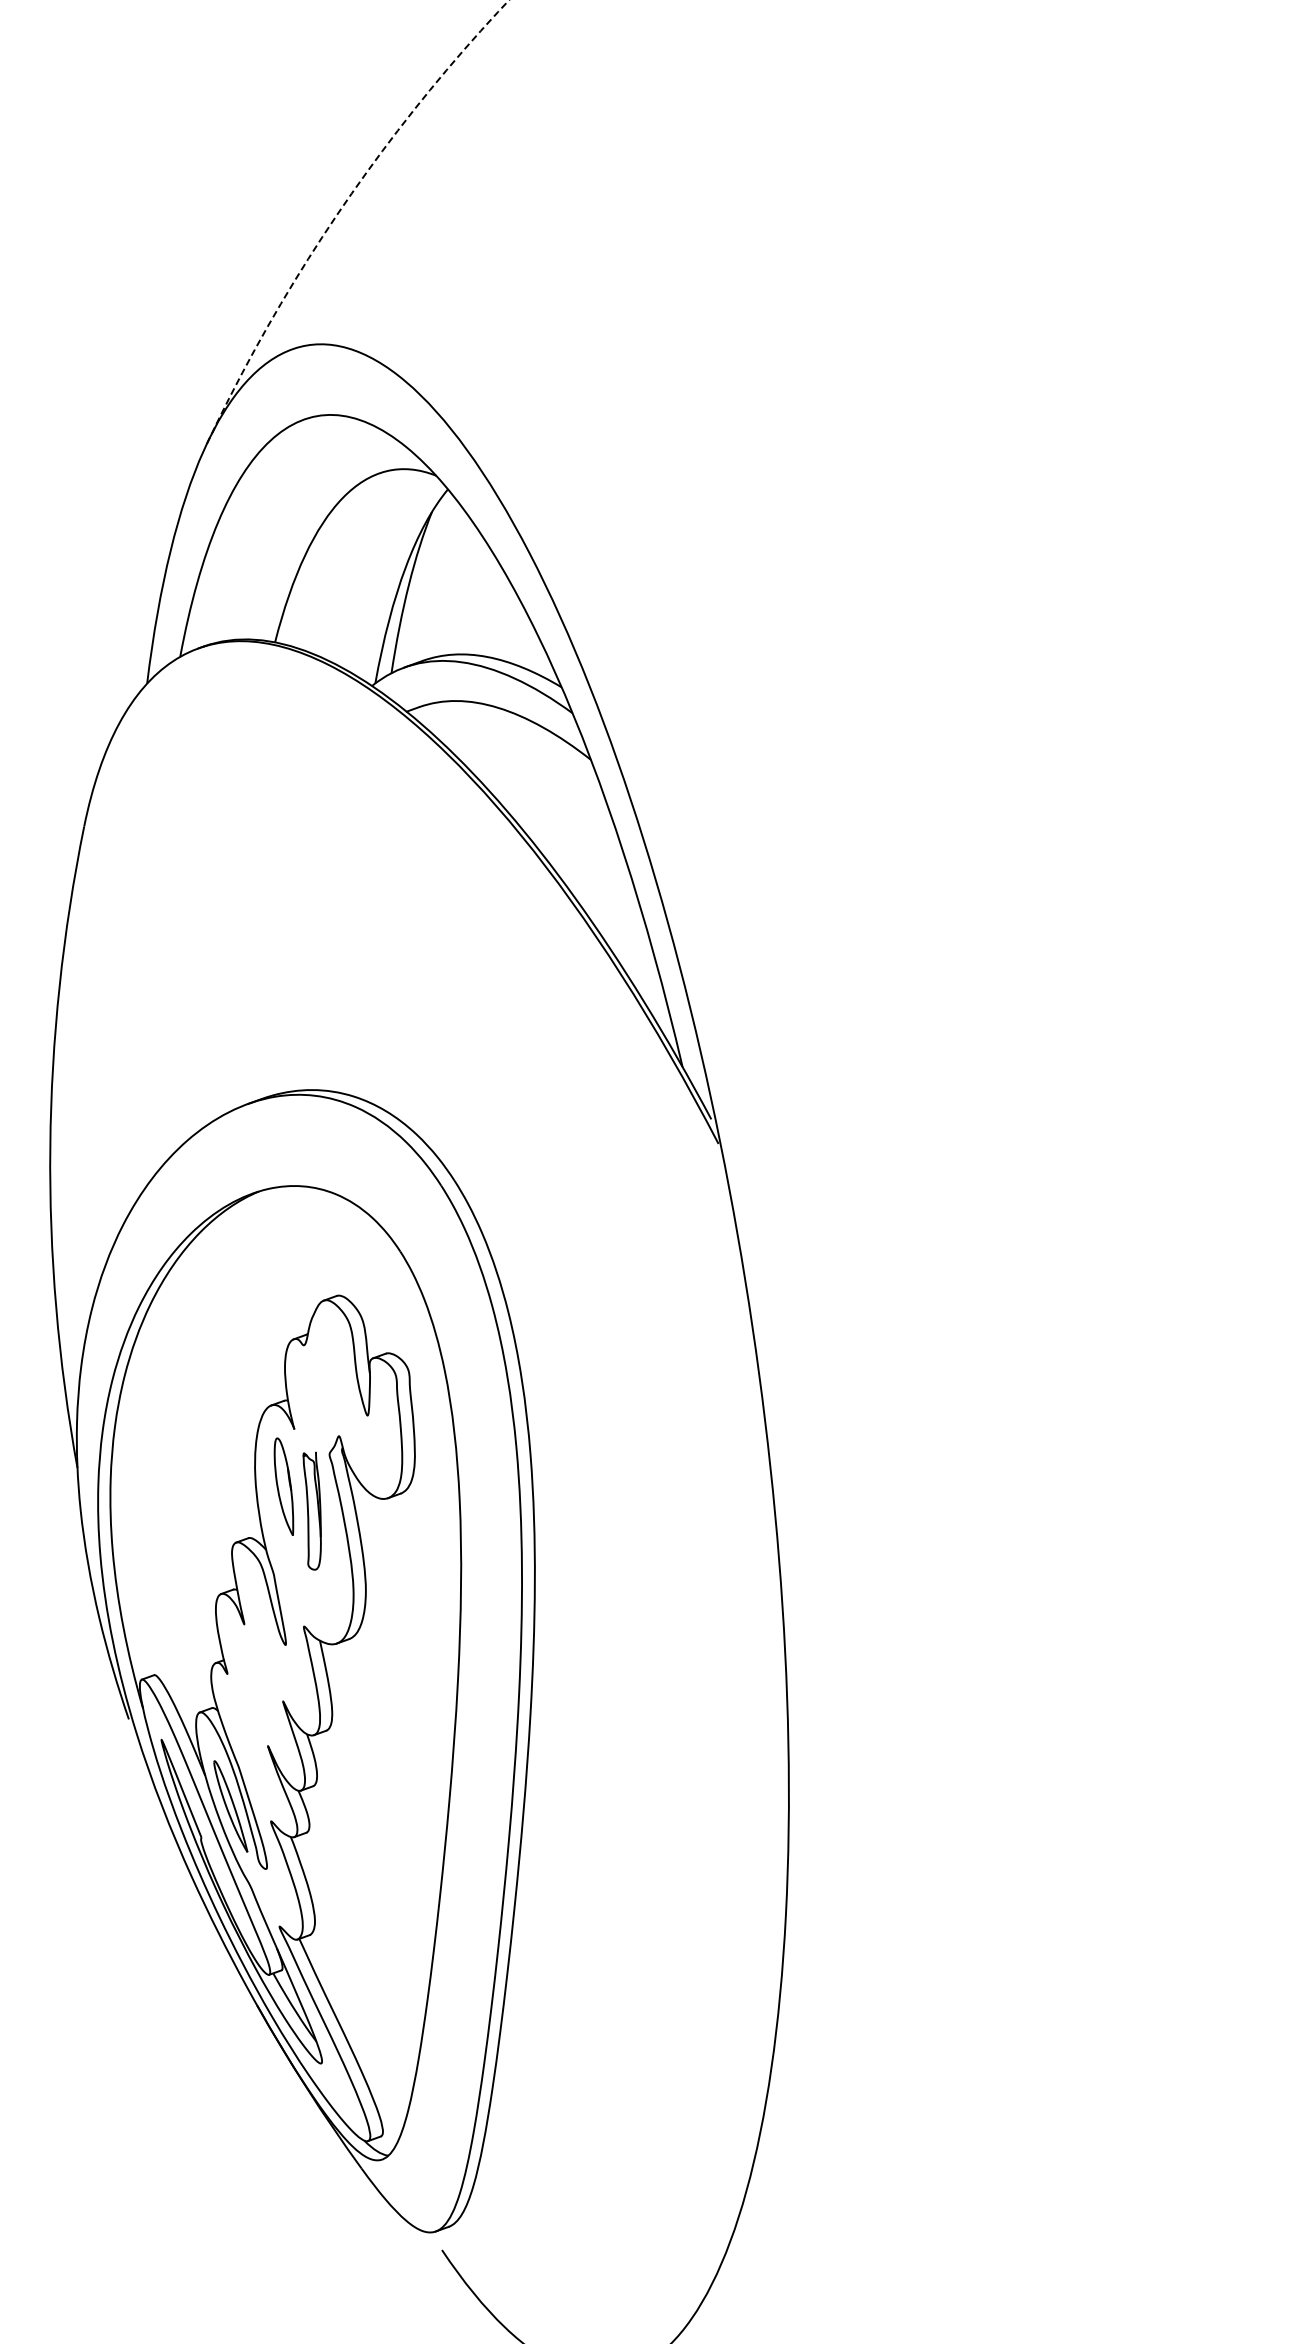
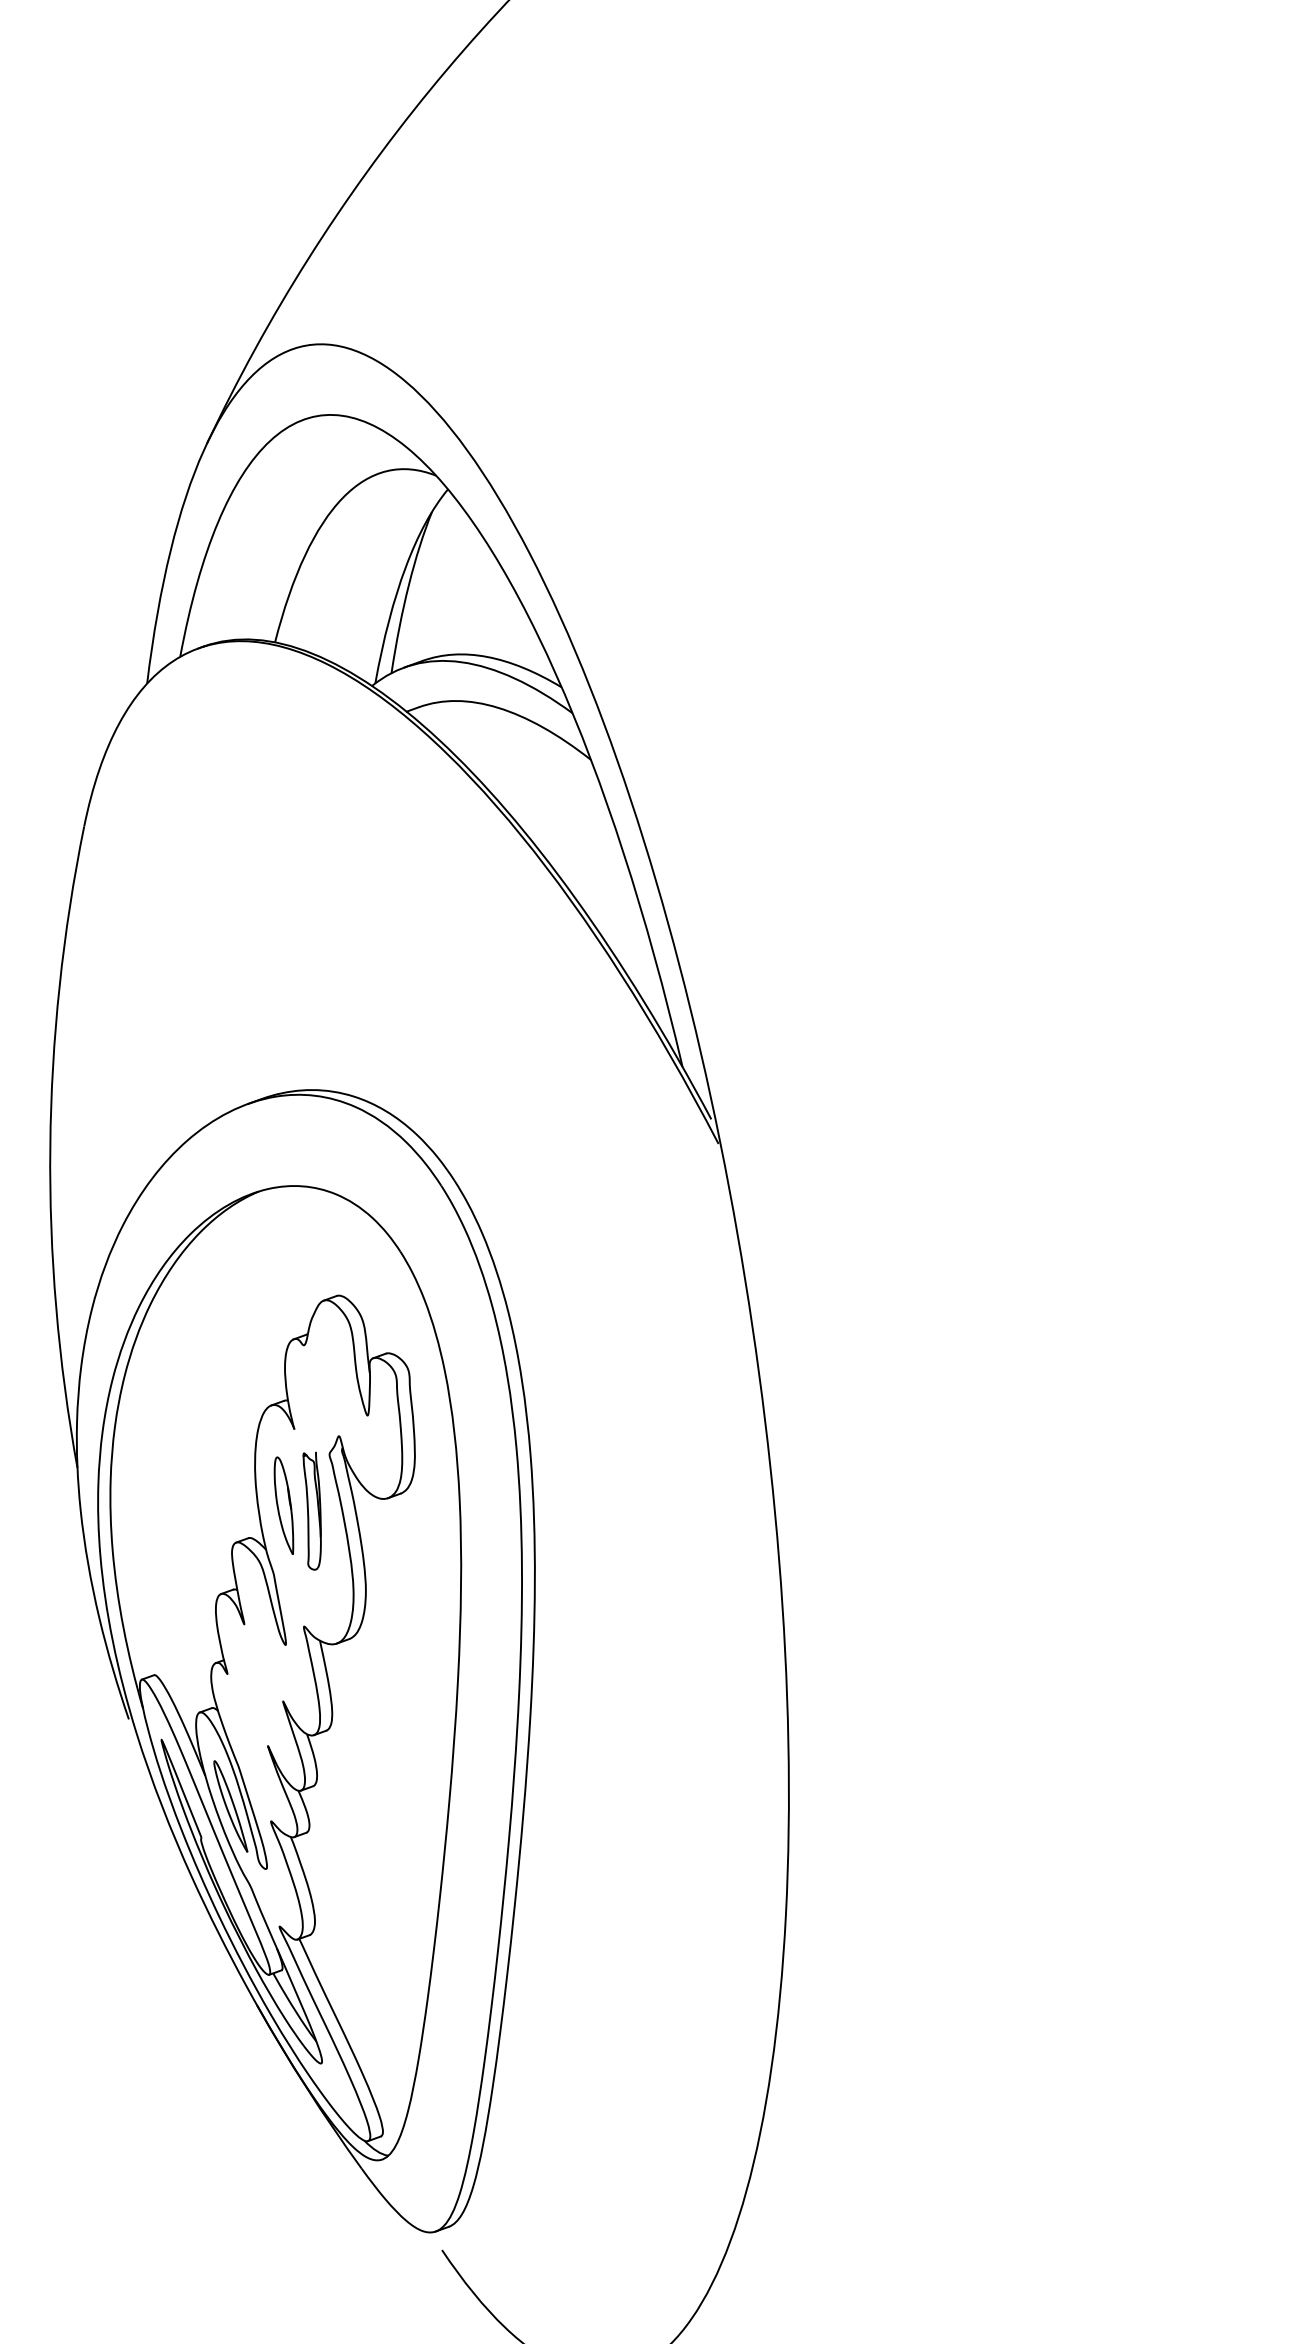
arc at (340, 210): dashed -> solid
part at (283, 1486) position: (283, 1486) -> (283, 1505)
